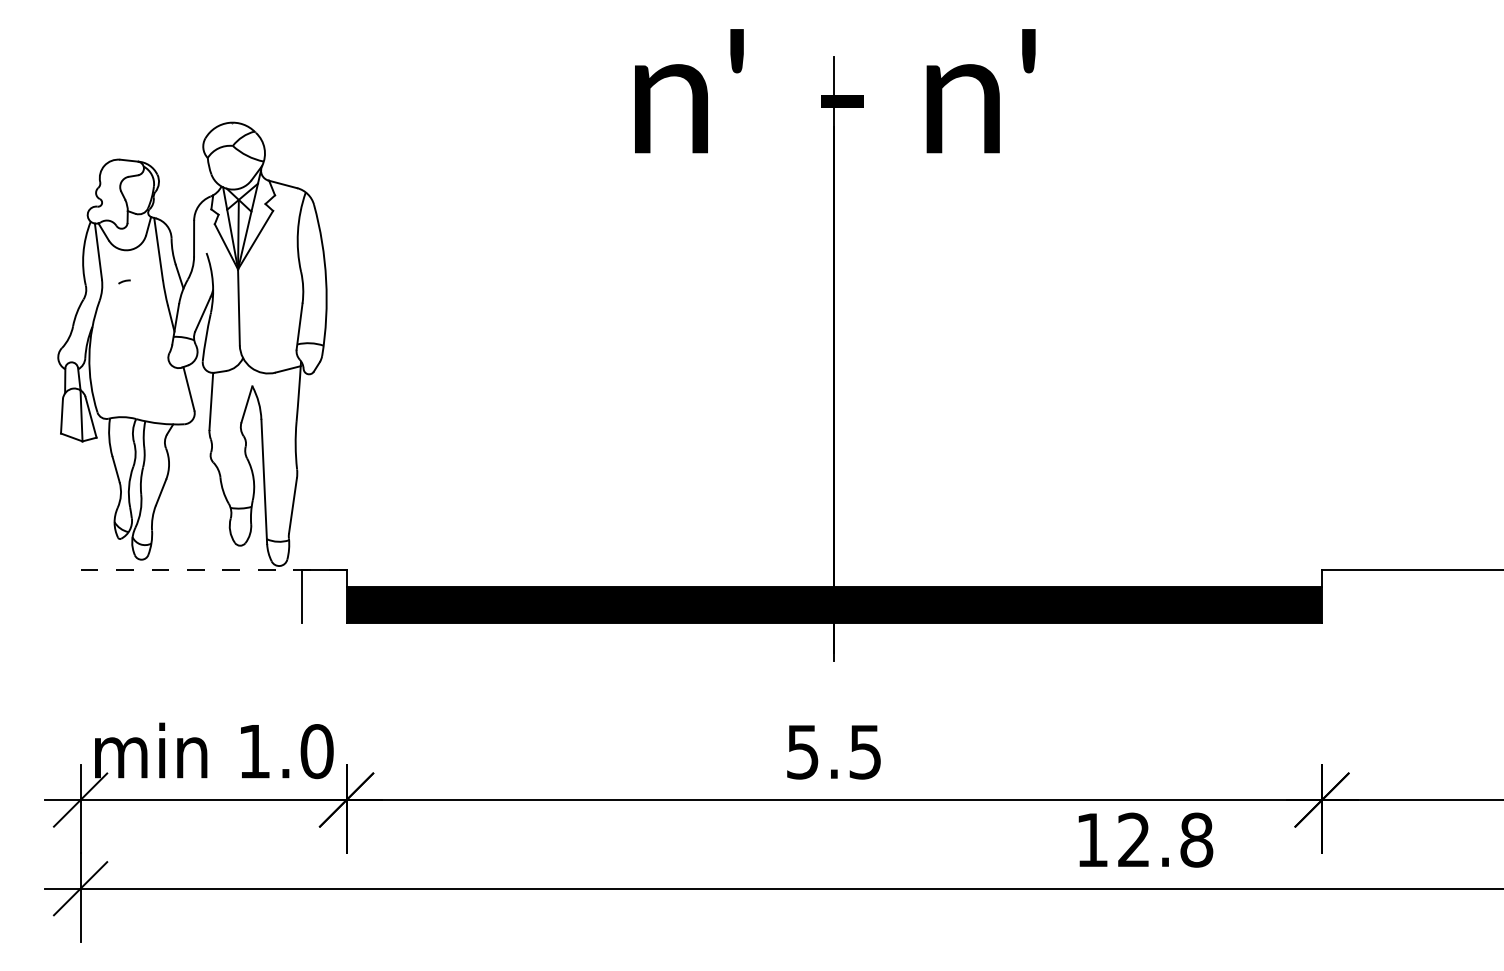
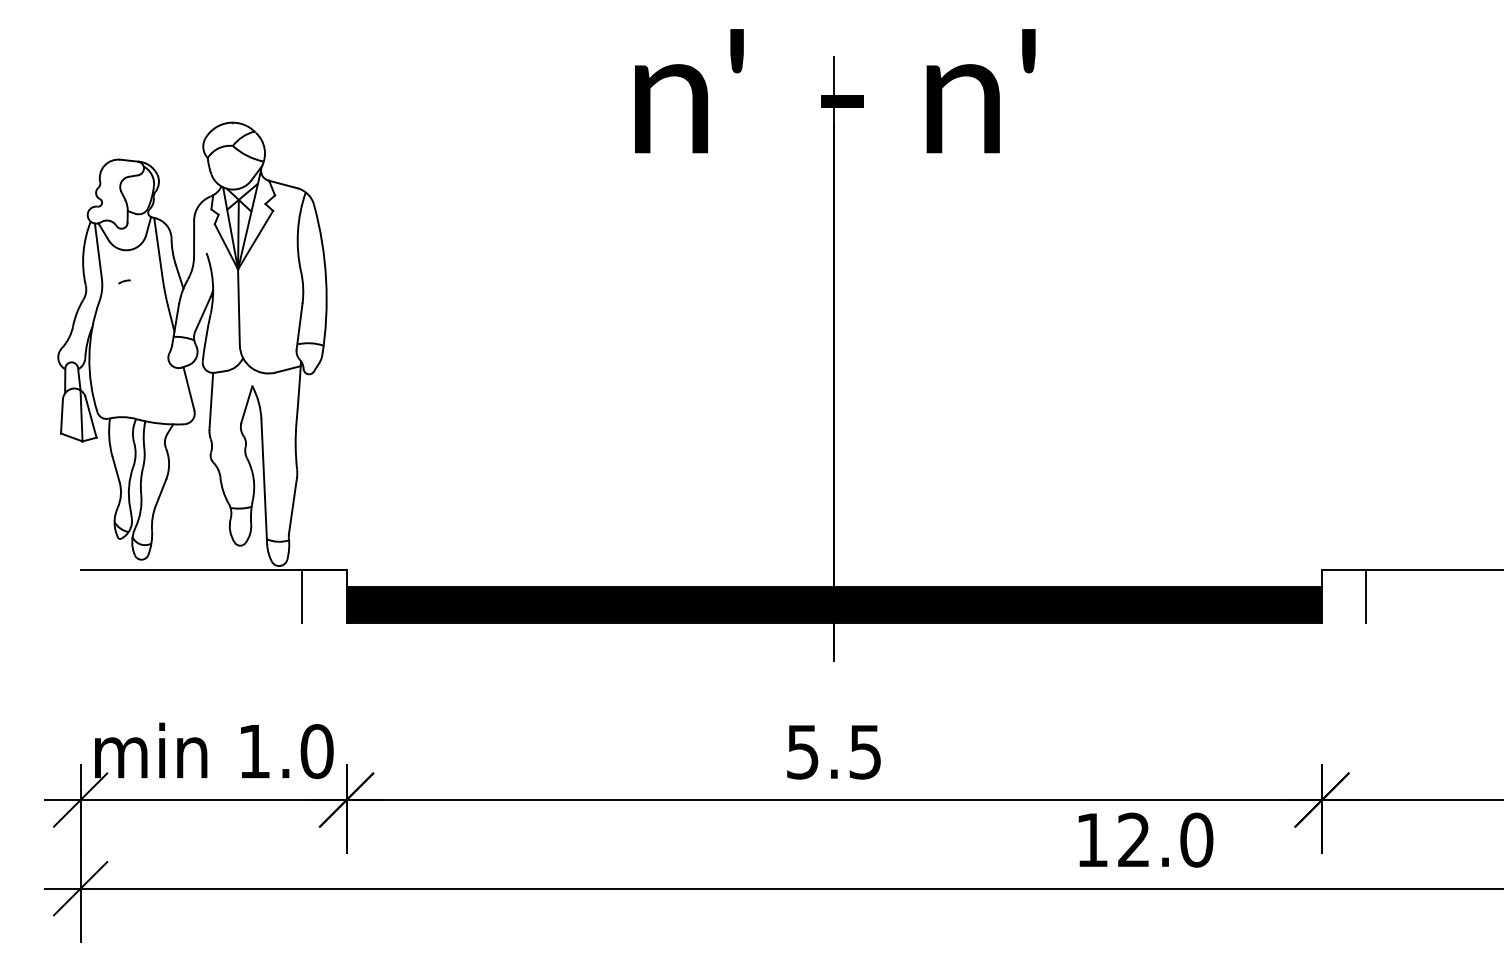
line at (214, 569): dashed -> solid
line at (1366, 595): none -> present
text at (1196, 840): 12.8 -> 12.0
